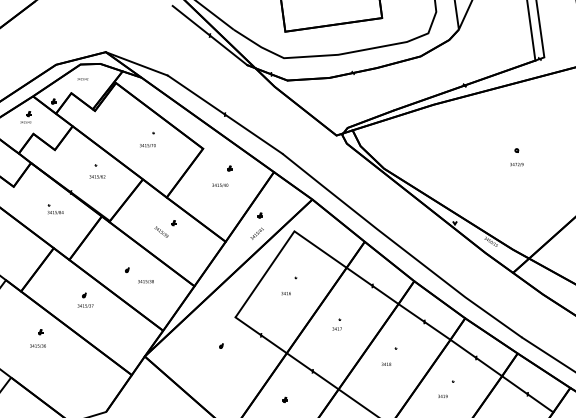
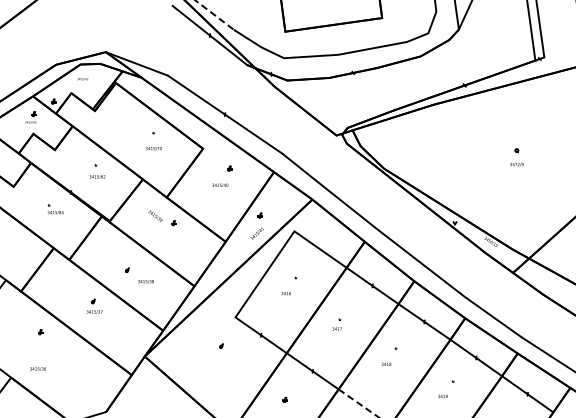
line at (214, 15): solid -> dashed
part at (25, 117) position: (25, 117) -> (30, 117)
text at (147, 145) position: (147, 145) -> (153, 148)
text at (161, 231) position: (161, 231) -> (155, 215)
part at (85, 299) position: (85, 299) -> (94, 305)
text at (37, 345) position: (37, 345) -> (37, 368)
line at (358, 403): solid -> dashed
